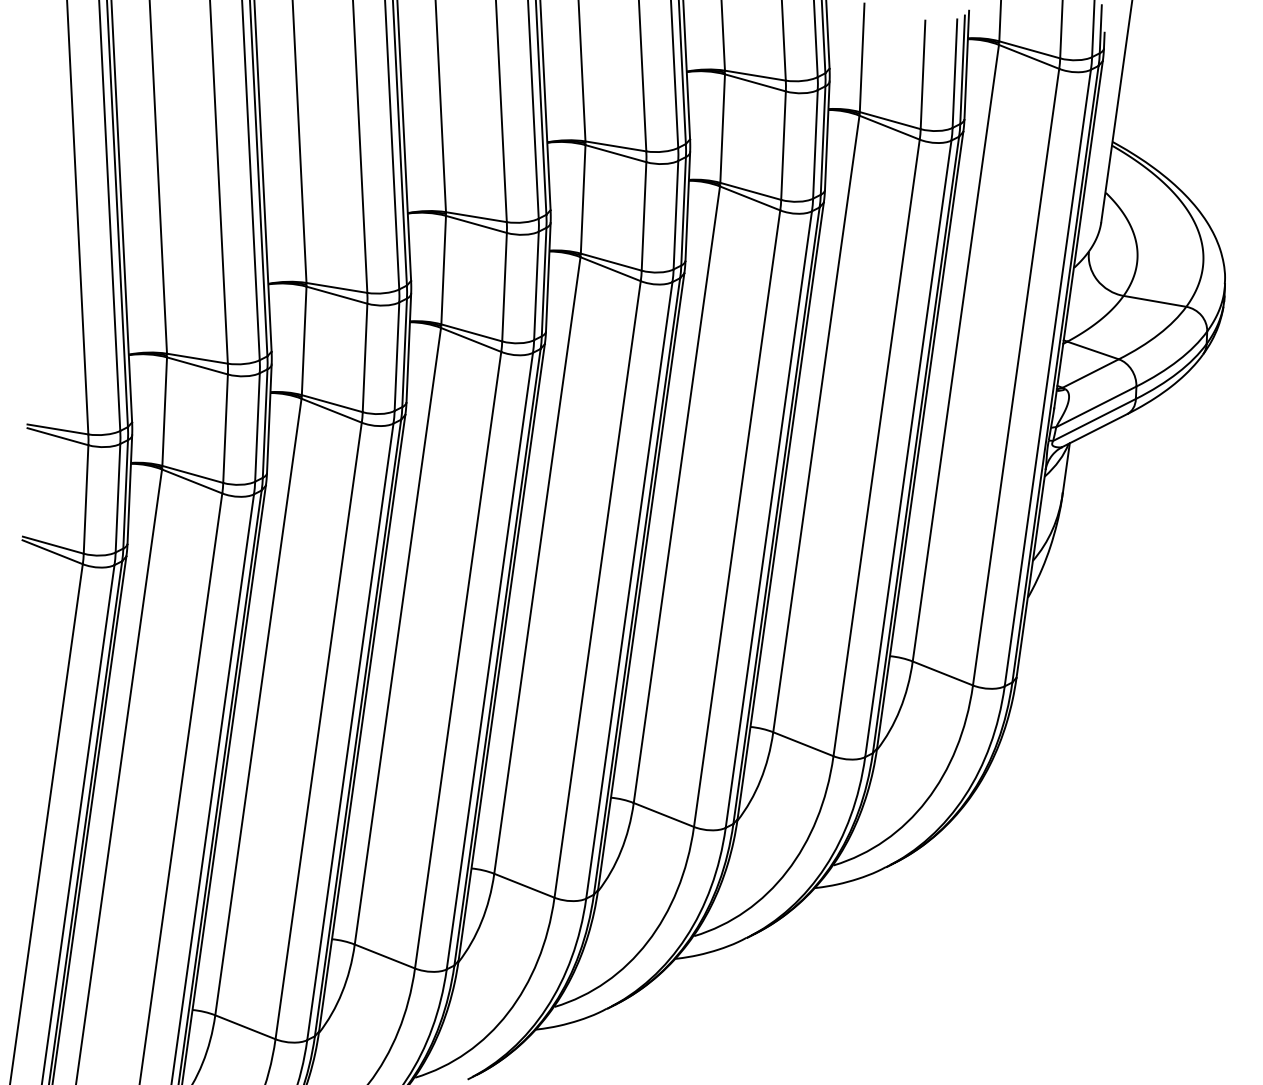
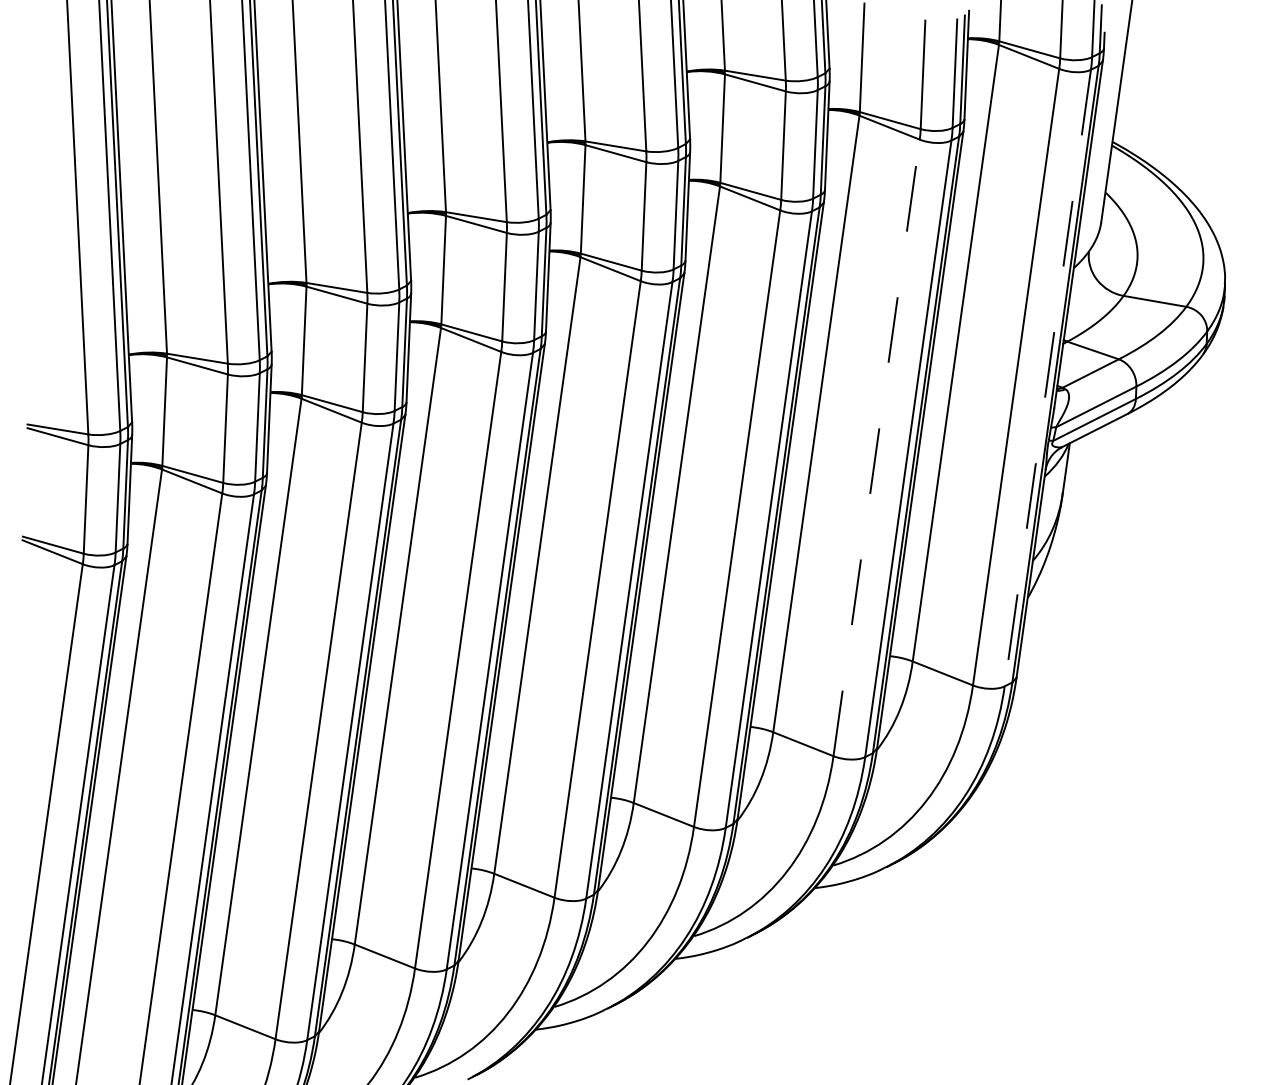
line at (1047, 378): solid -> dashed
line at (876, 447): solid -> dashed
